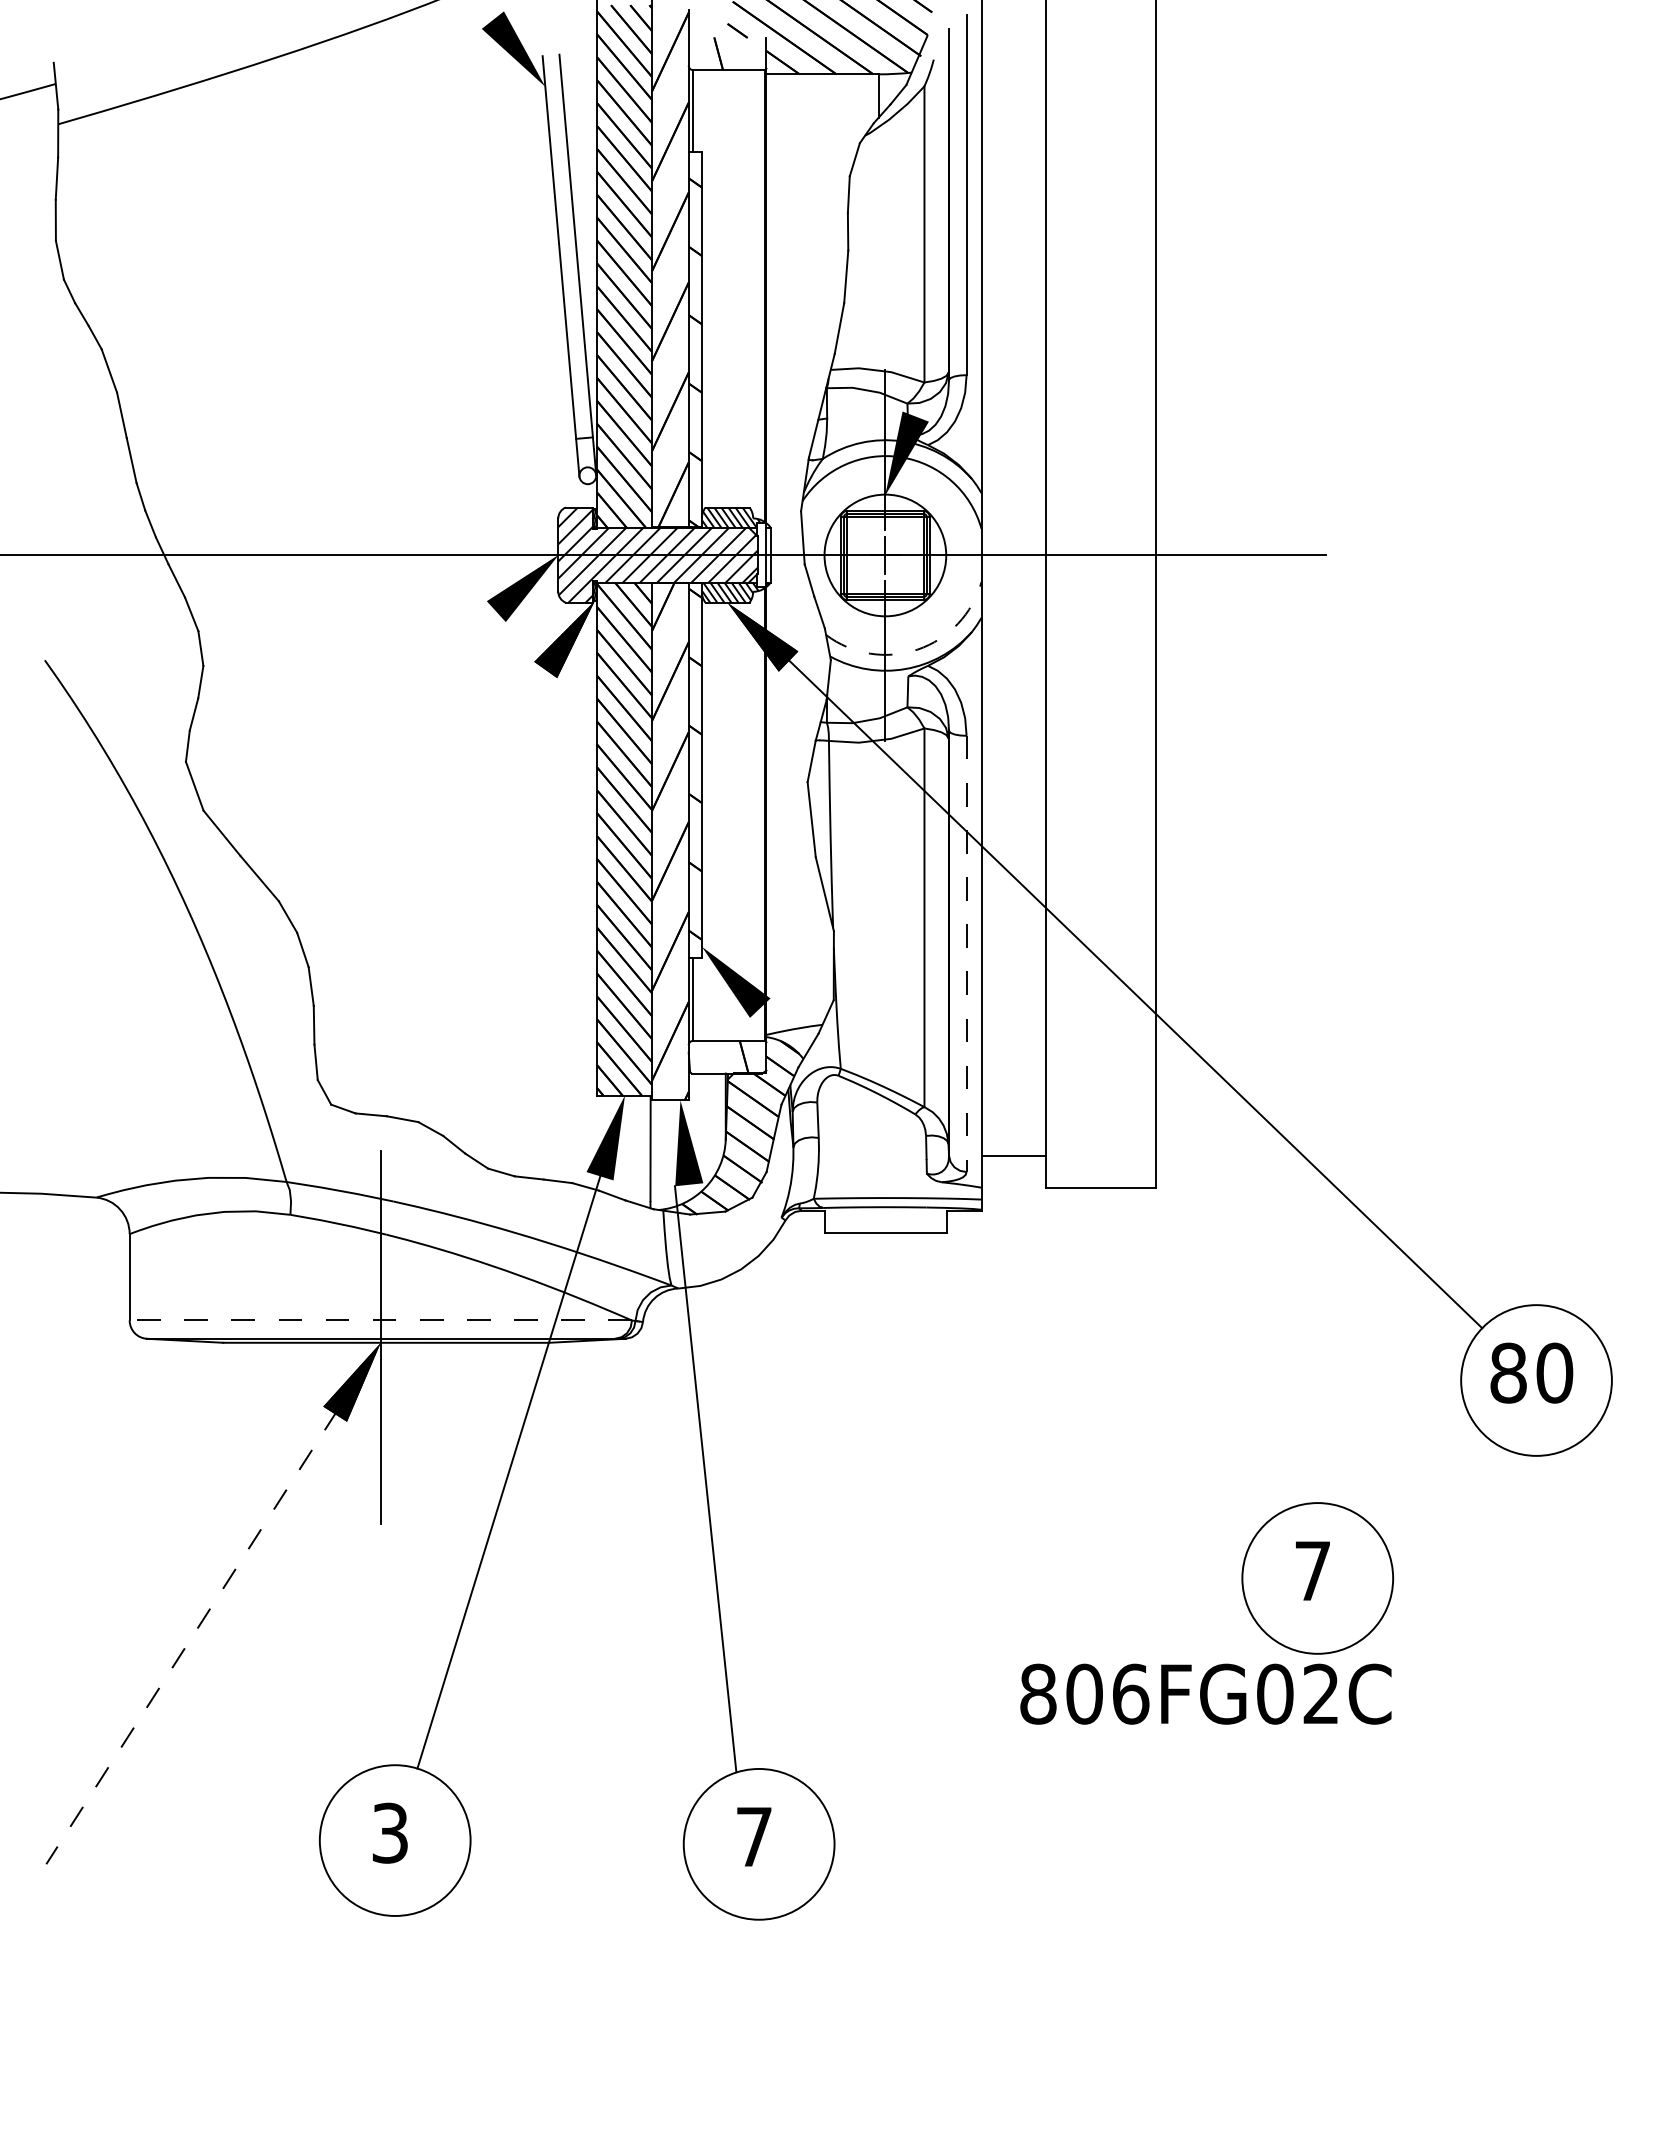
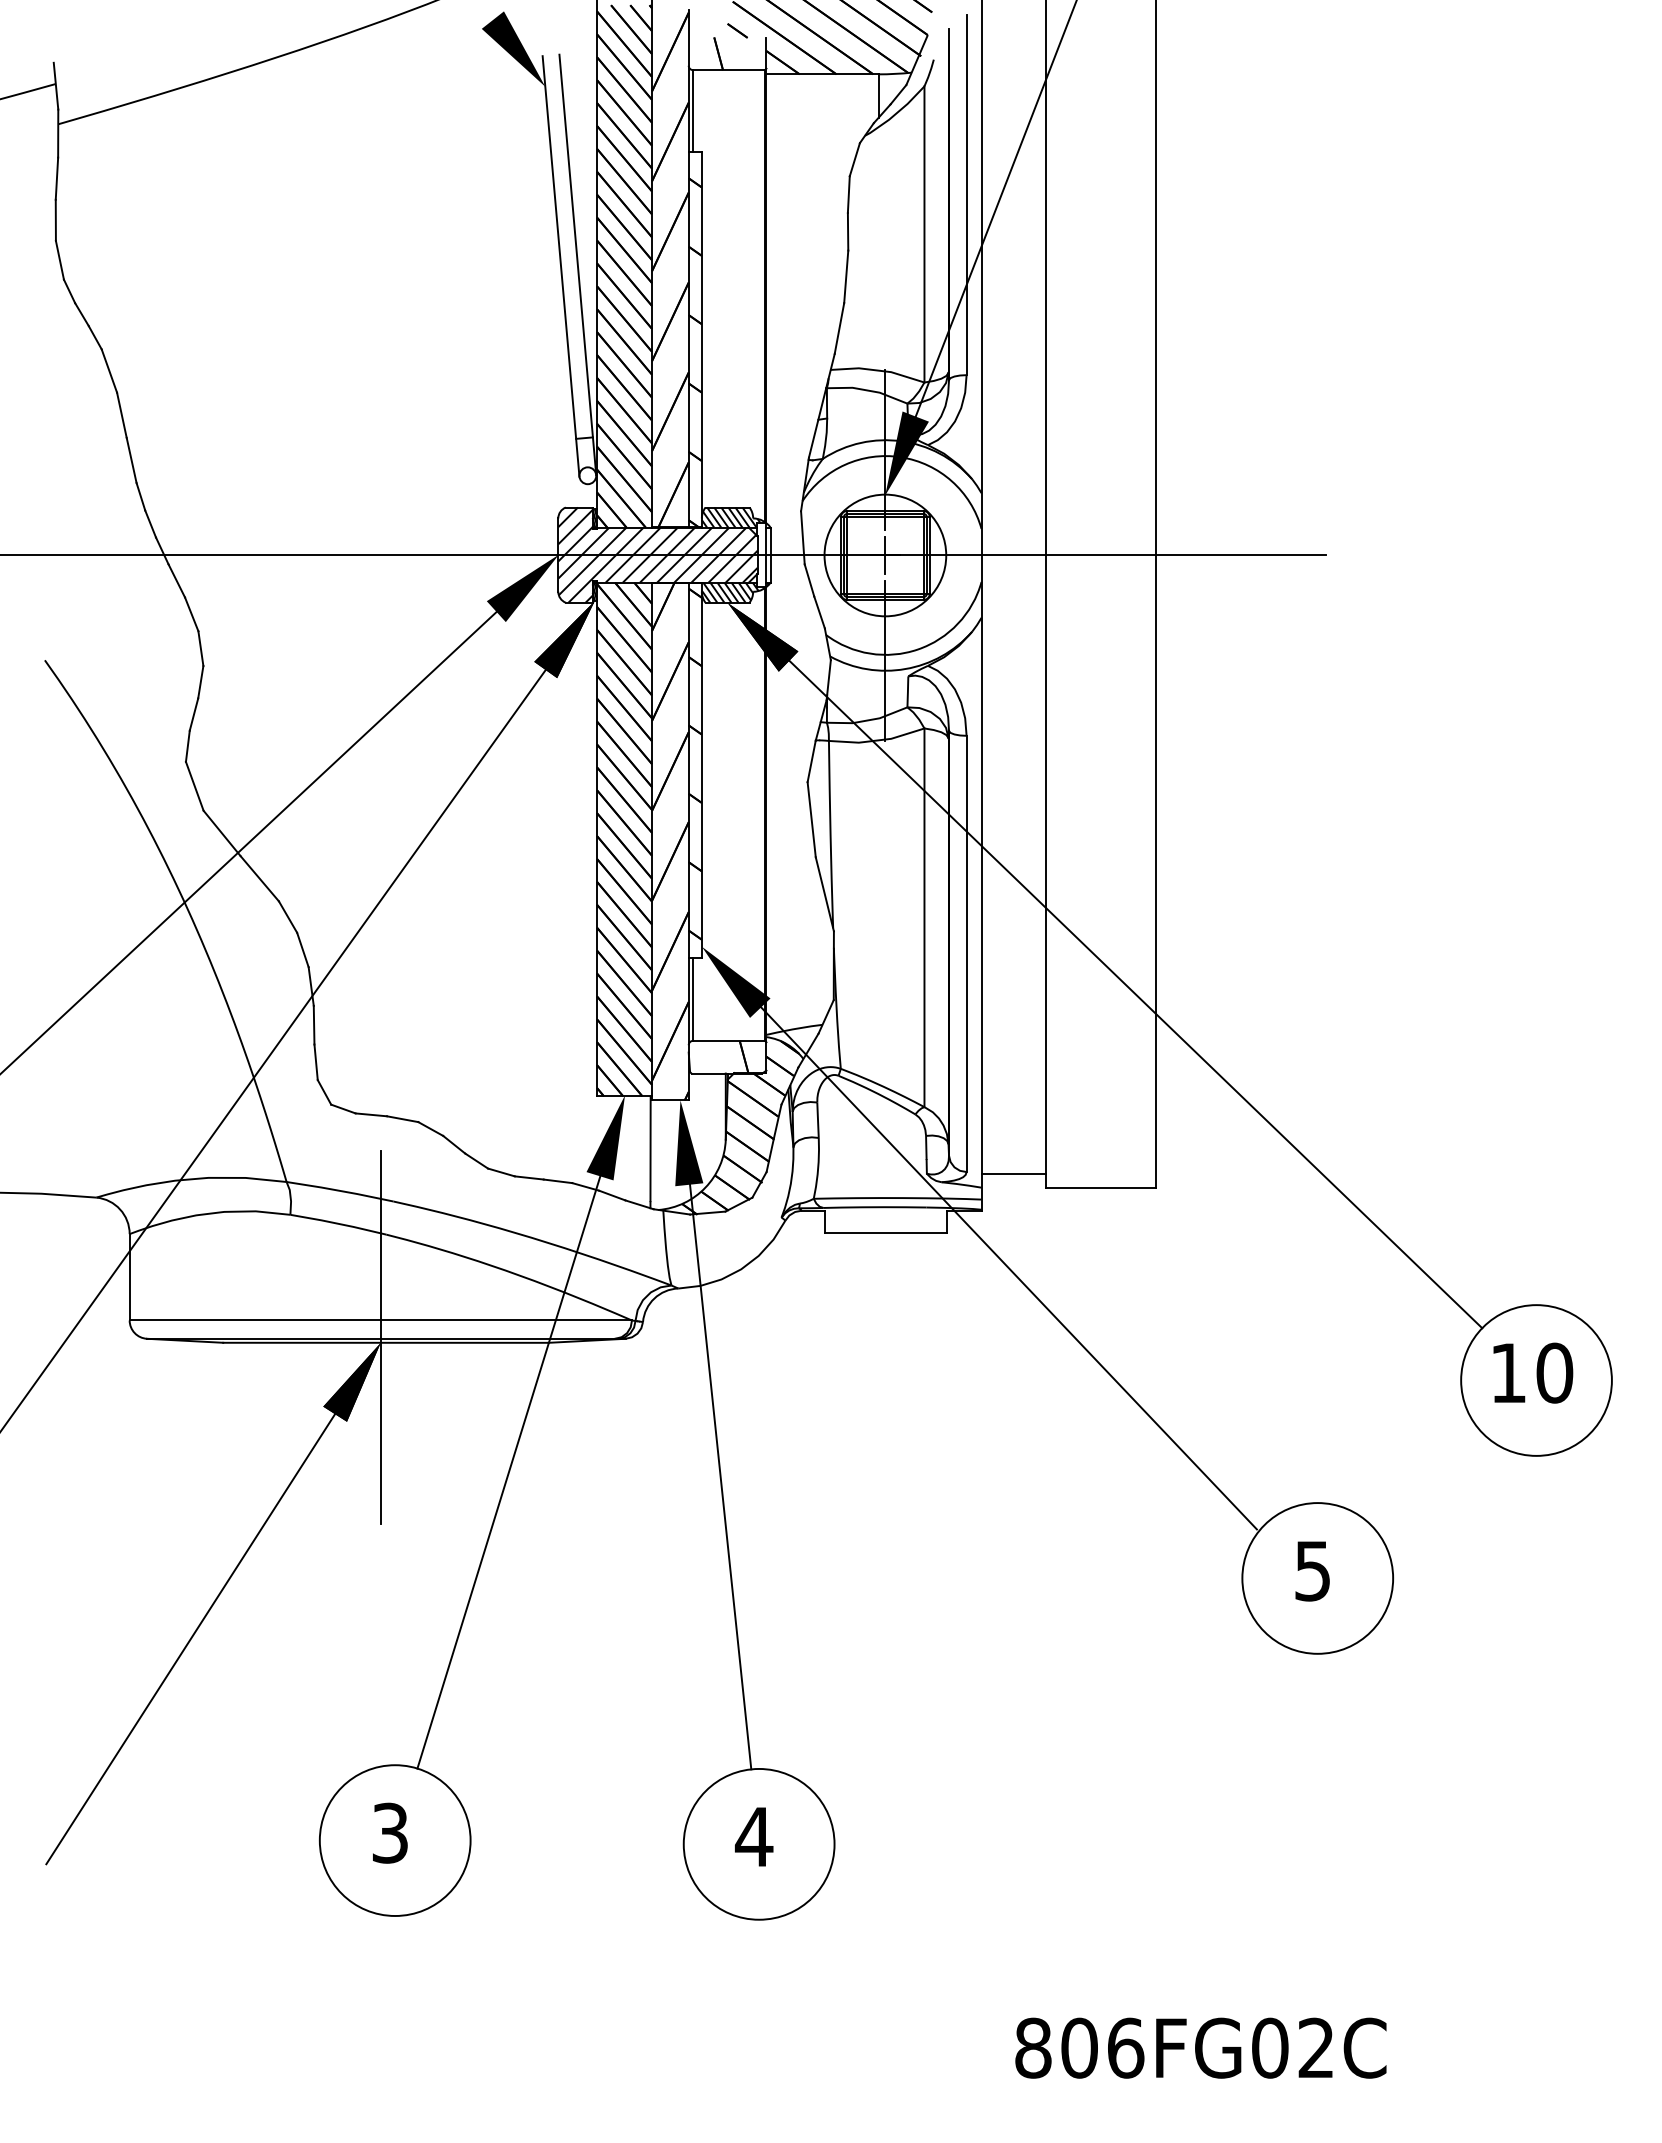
line at (995, 209): none -> present
arc at (917, 649): dashed -> solid
line at (250, 840): none -> present
line at (966, 954): dashed -> solid
line at (273, 1049): none -> present
line at (1013, 1156) position: (1013, 1156) -> (1013, 1174)
line at (1008, 1268): none -> present
line at (380, 1320): dashed -> solid
text at (1508, 1372): 80 -> 10
line at (705, 1478) position: (705, 1478) -> (720, 1476)
text at (1312, 1571): 7 -> 5
line at (191, 1637): dashed -> solid
text at (1205, 1693) position: (1205, 1693) -> (1200, 2047)
text at (753, 1836): 7 -> 4
